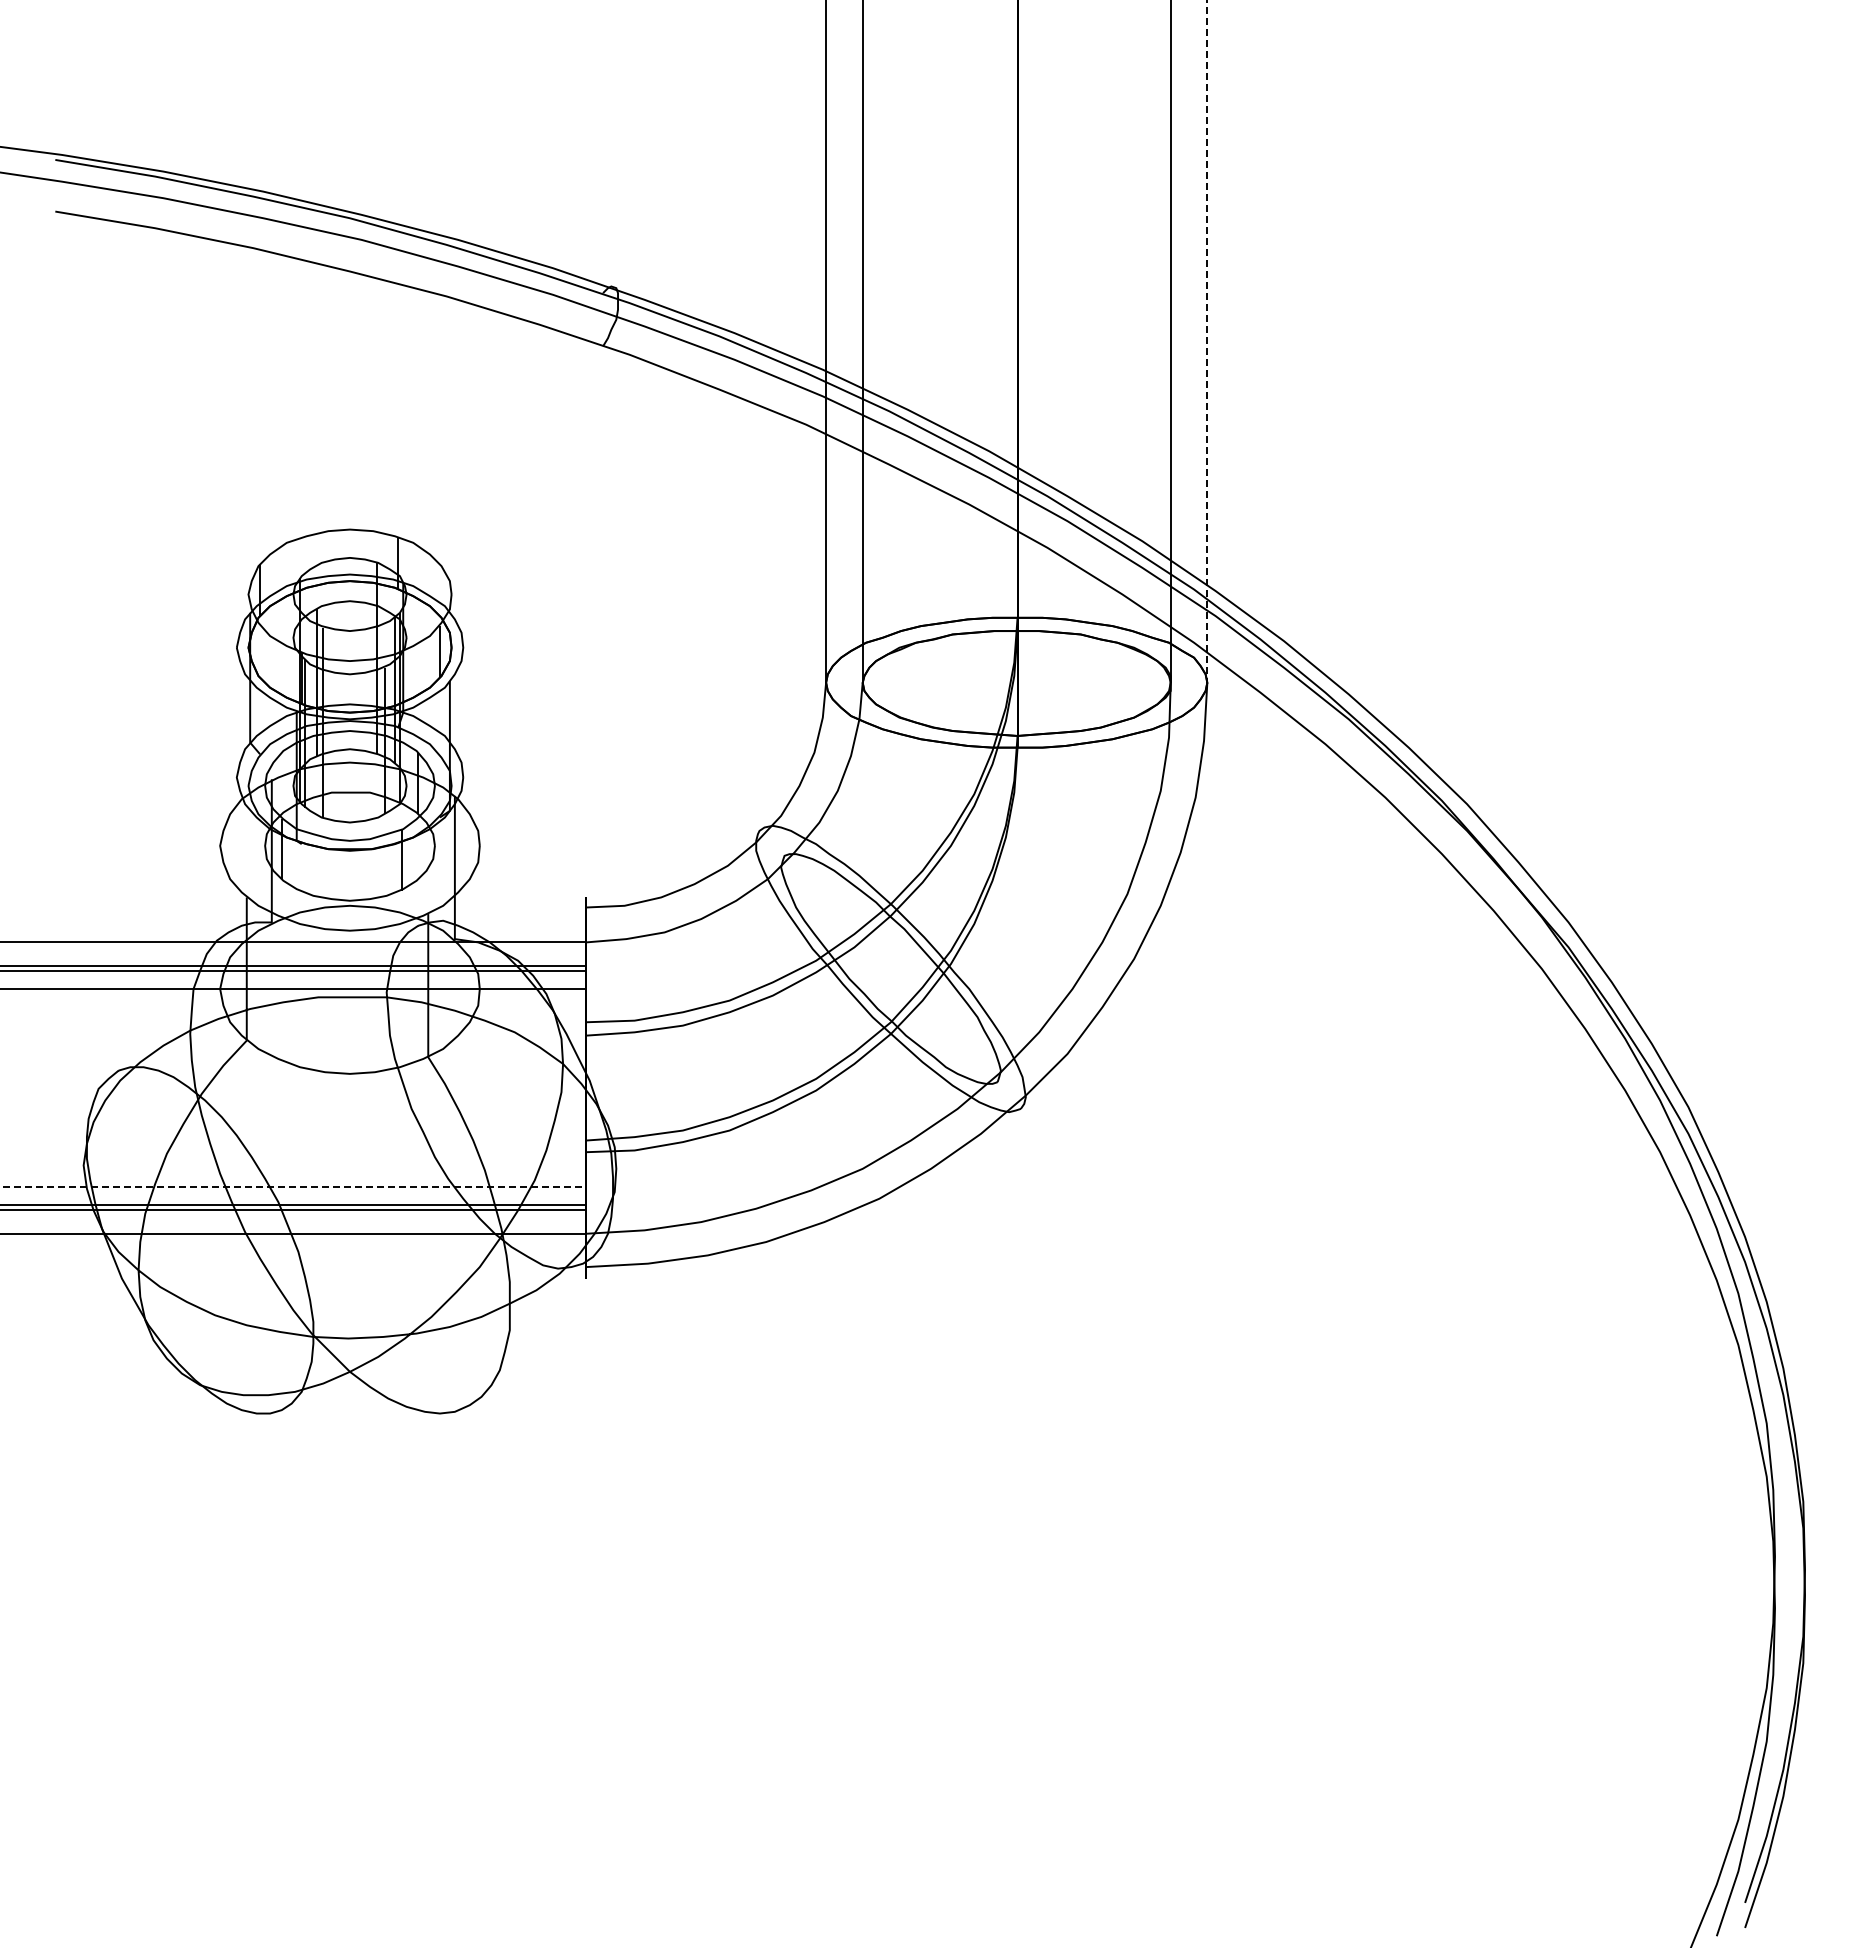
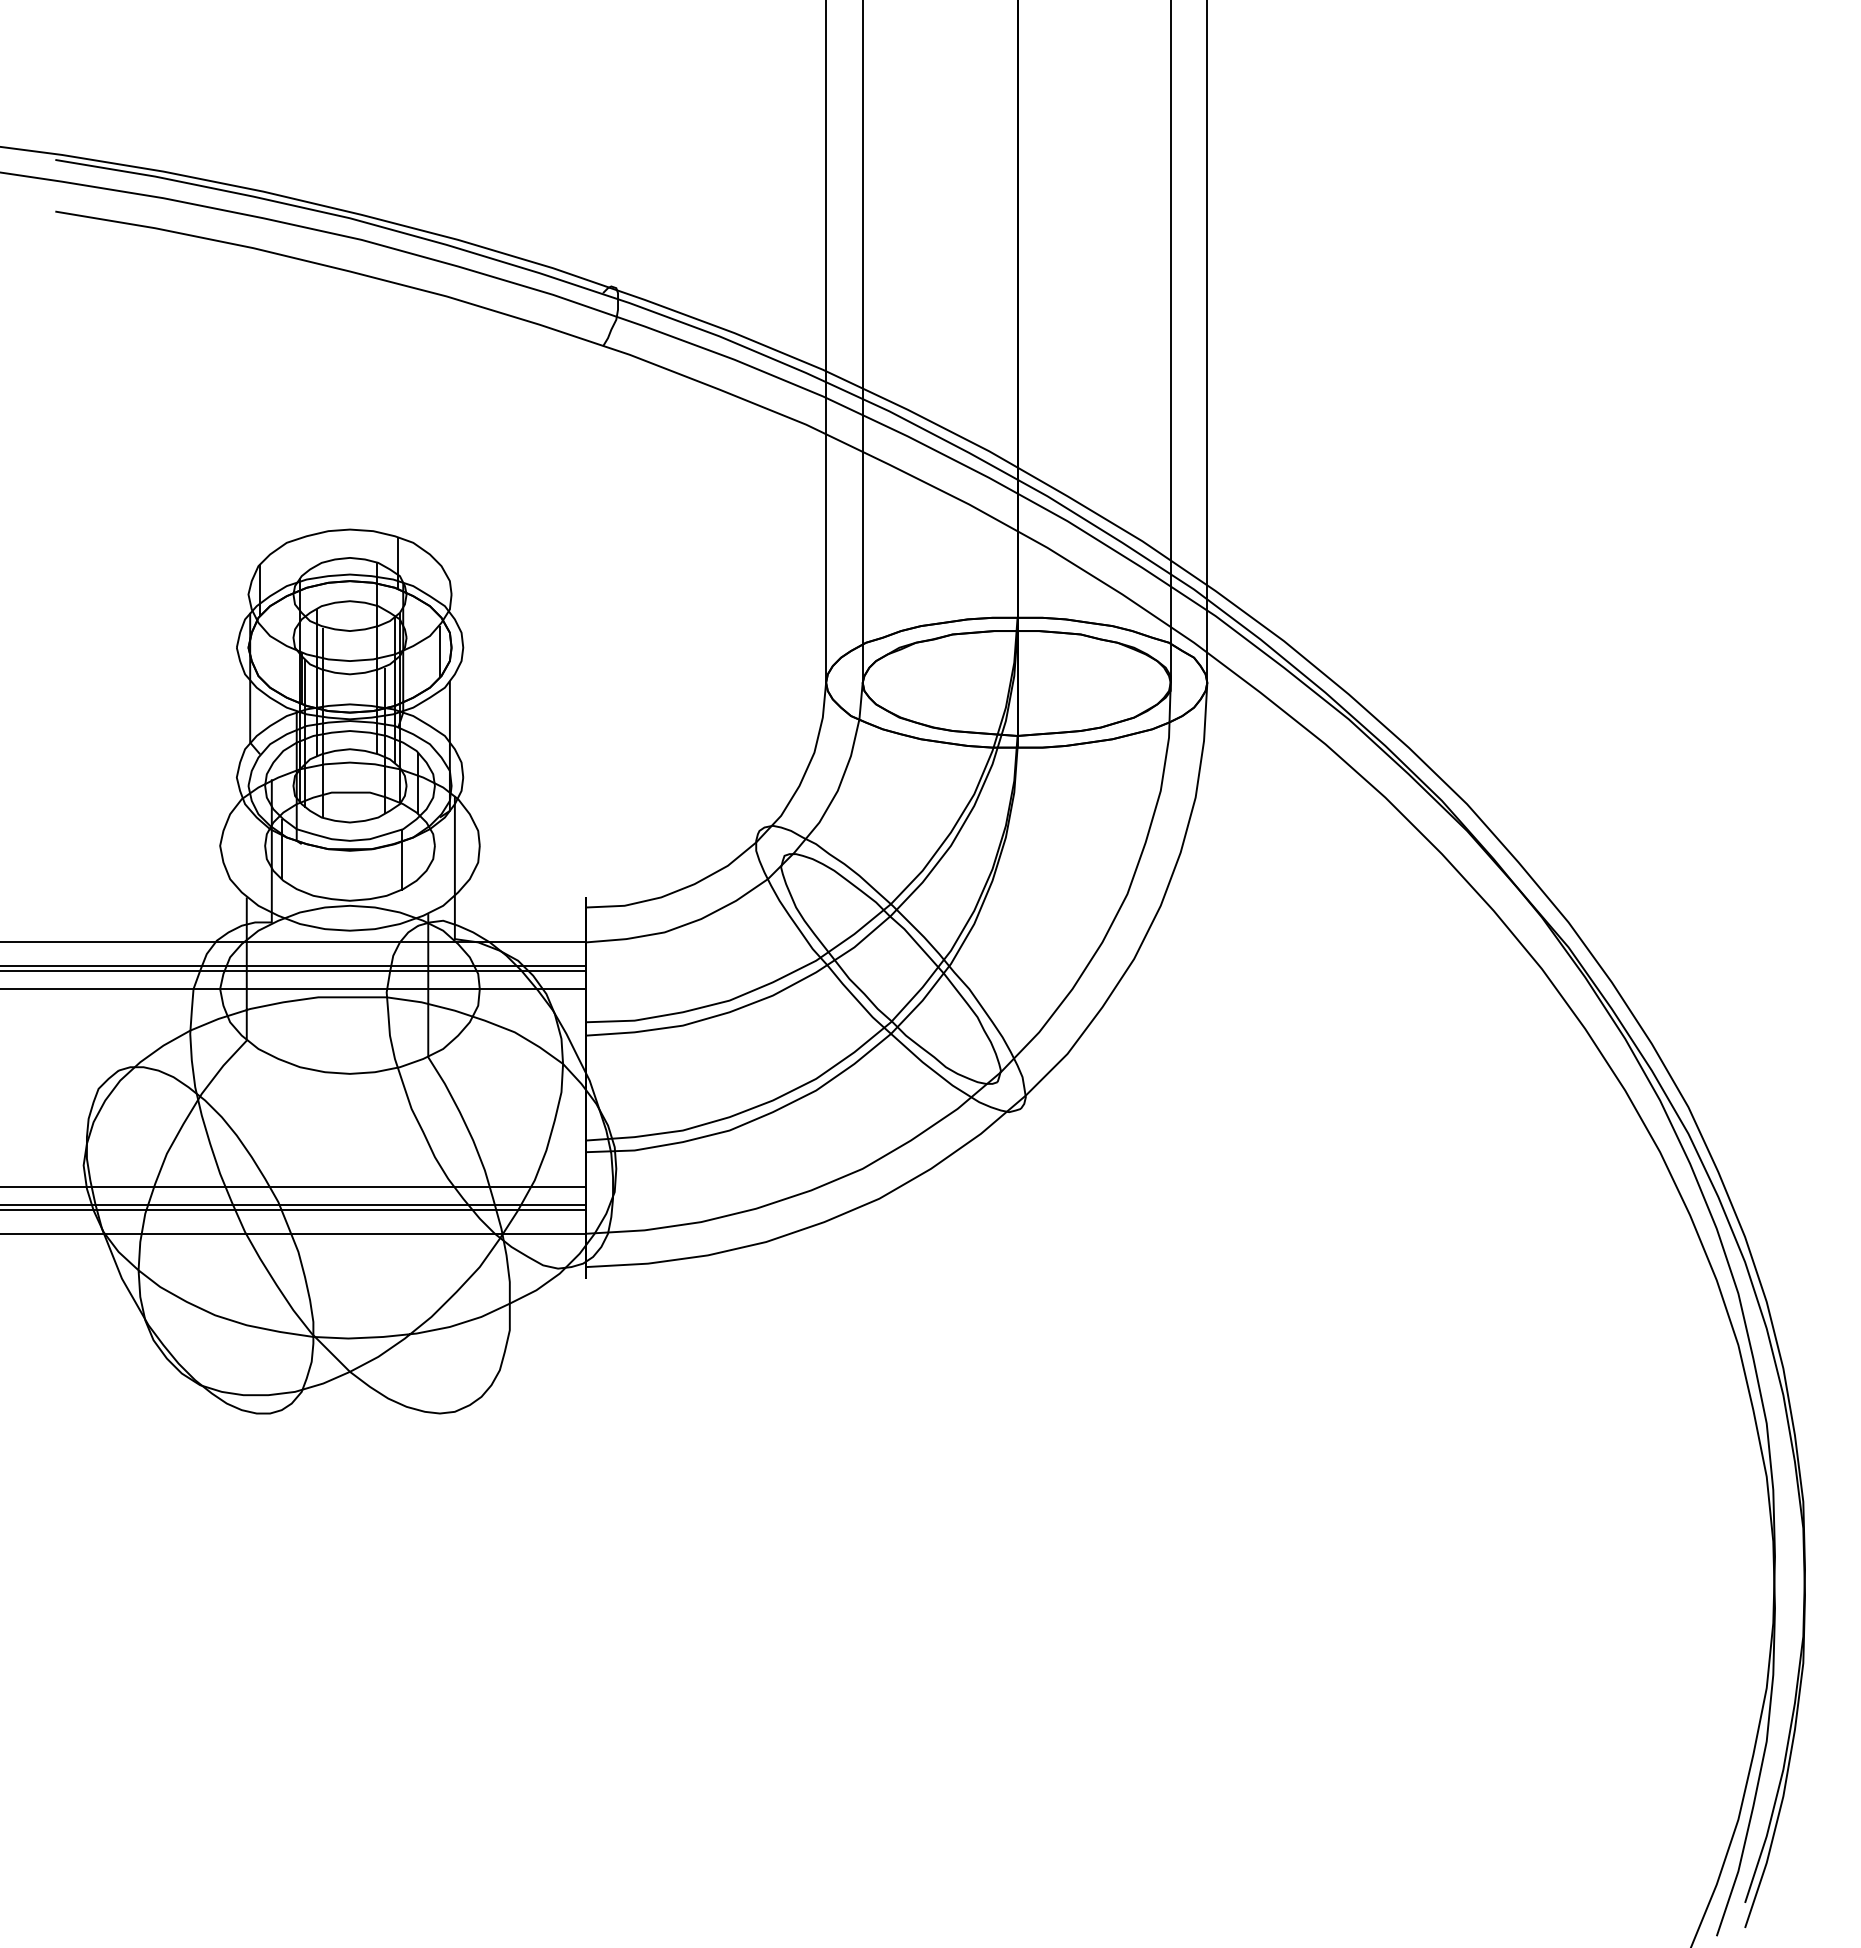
line at (1207, 341): dashed -> solid
line at (293, 1187): dashed -> solid
